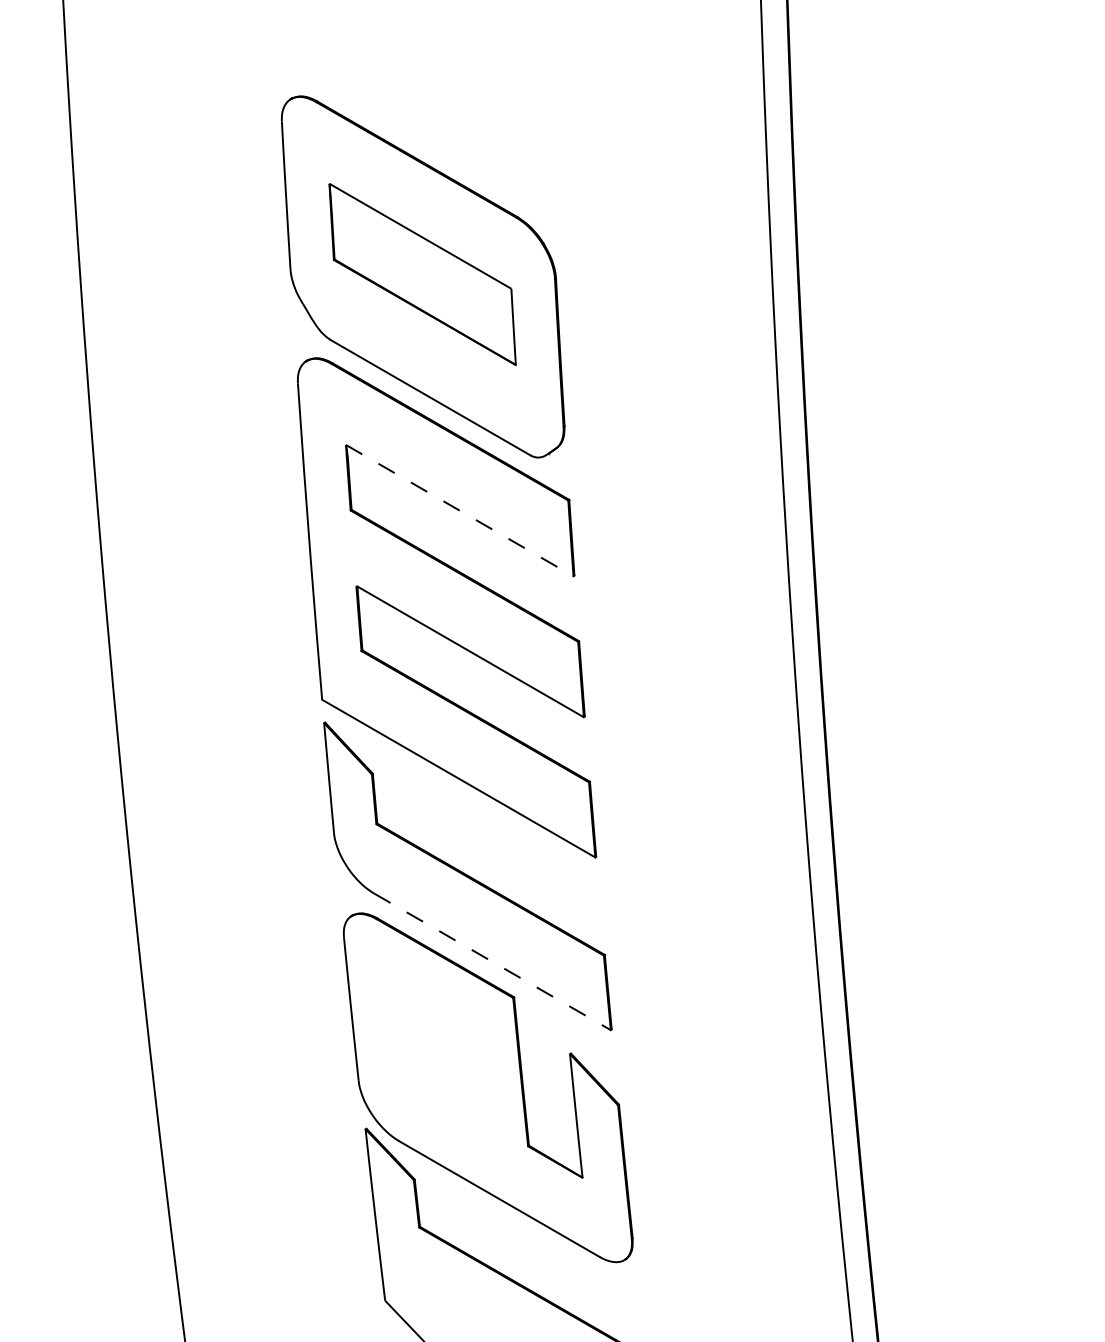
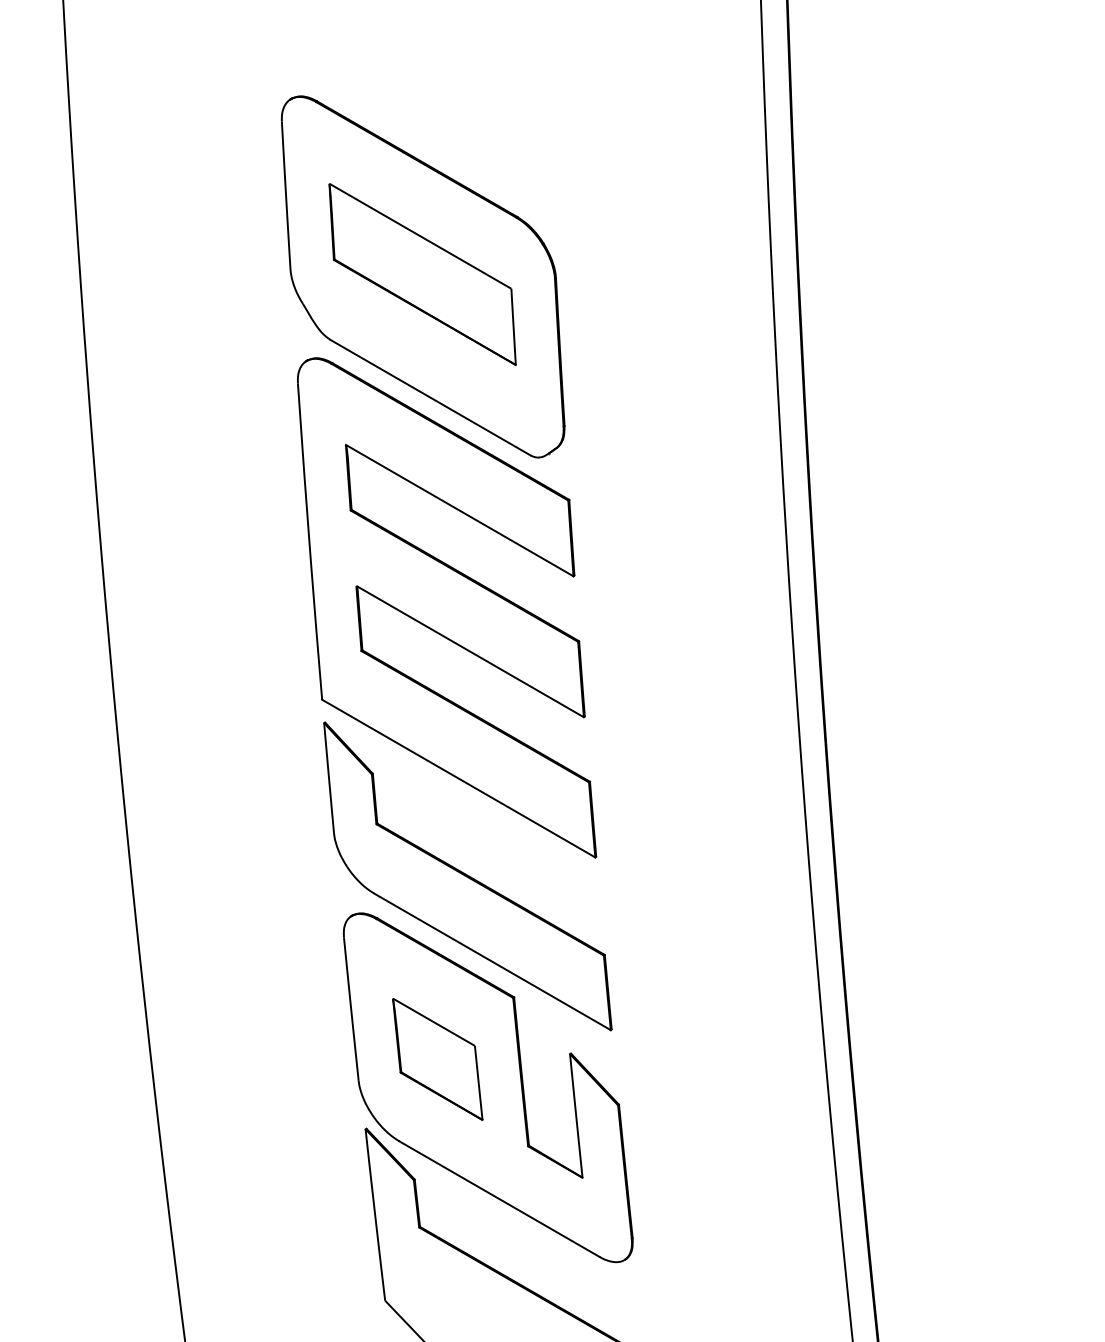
line at (460, 510): dashed -> solid
line at (492, 961): dashed -> solid
part at (437, 1059): none -> present
